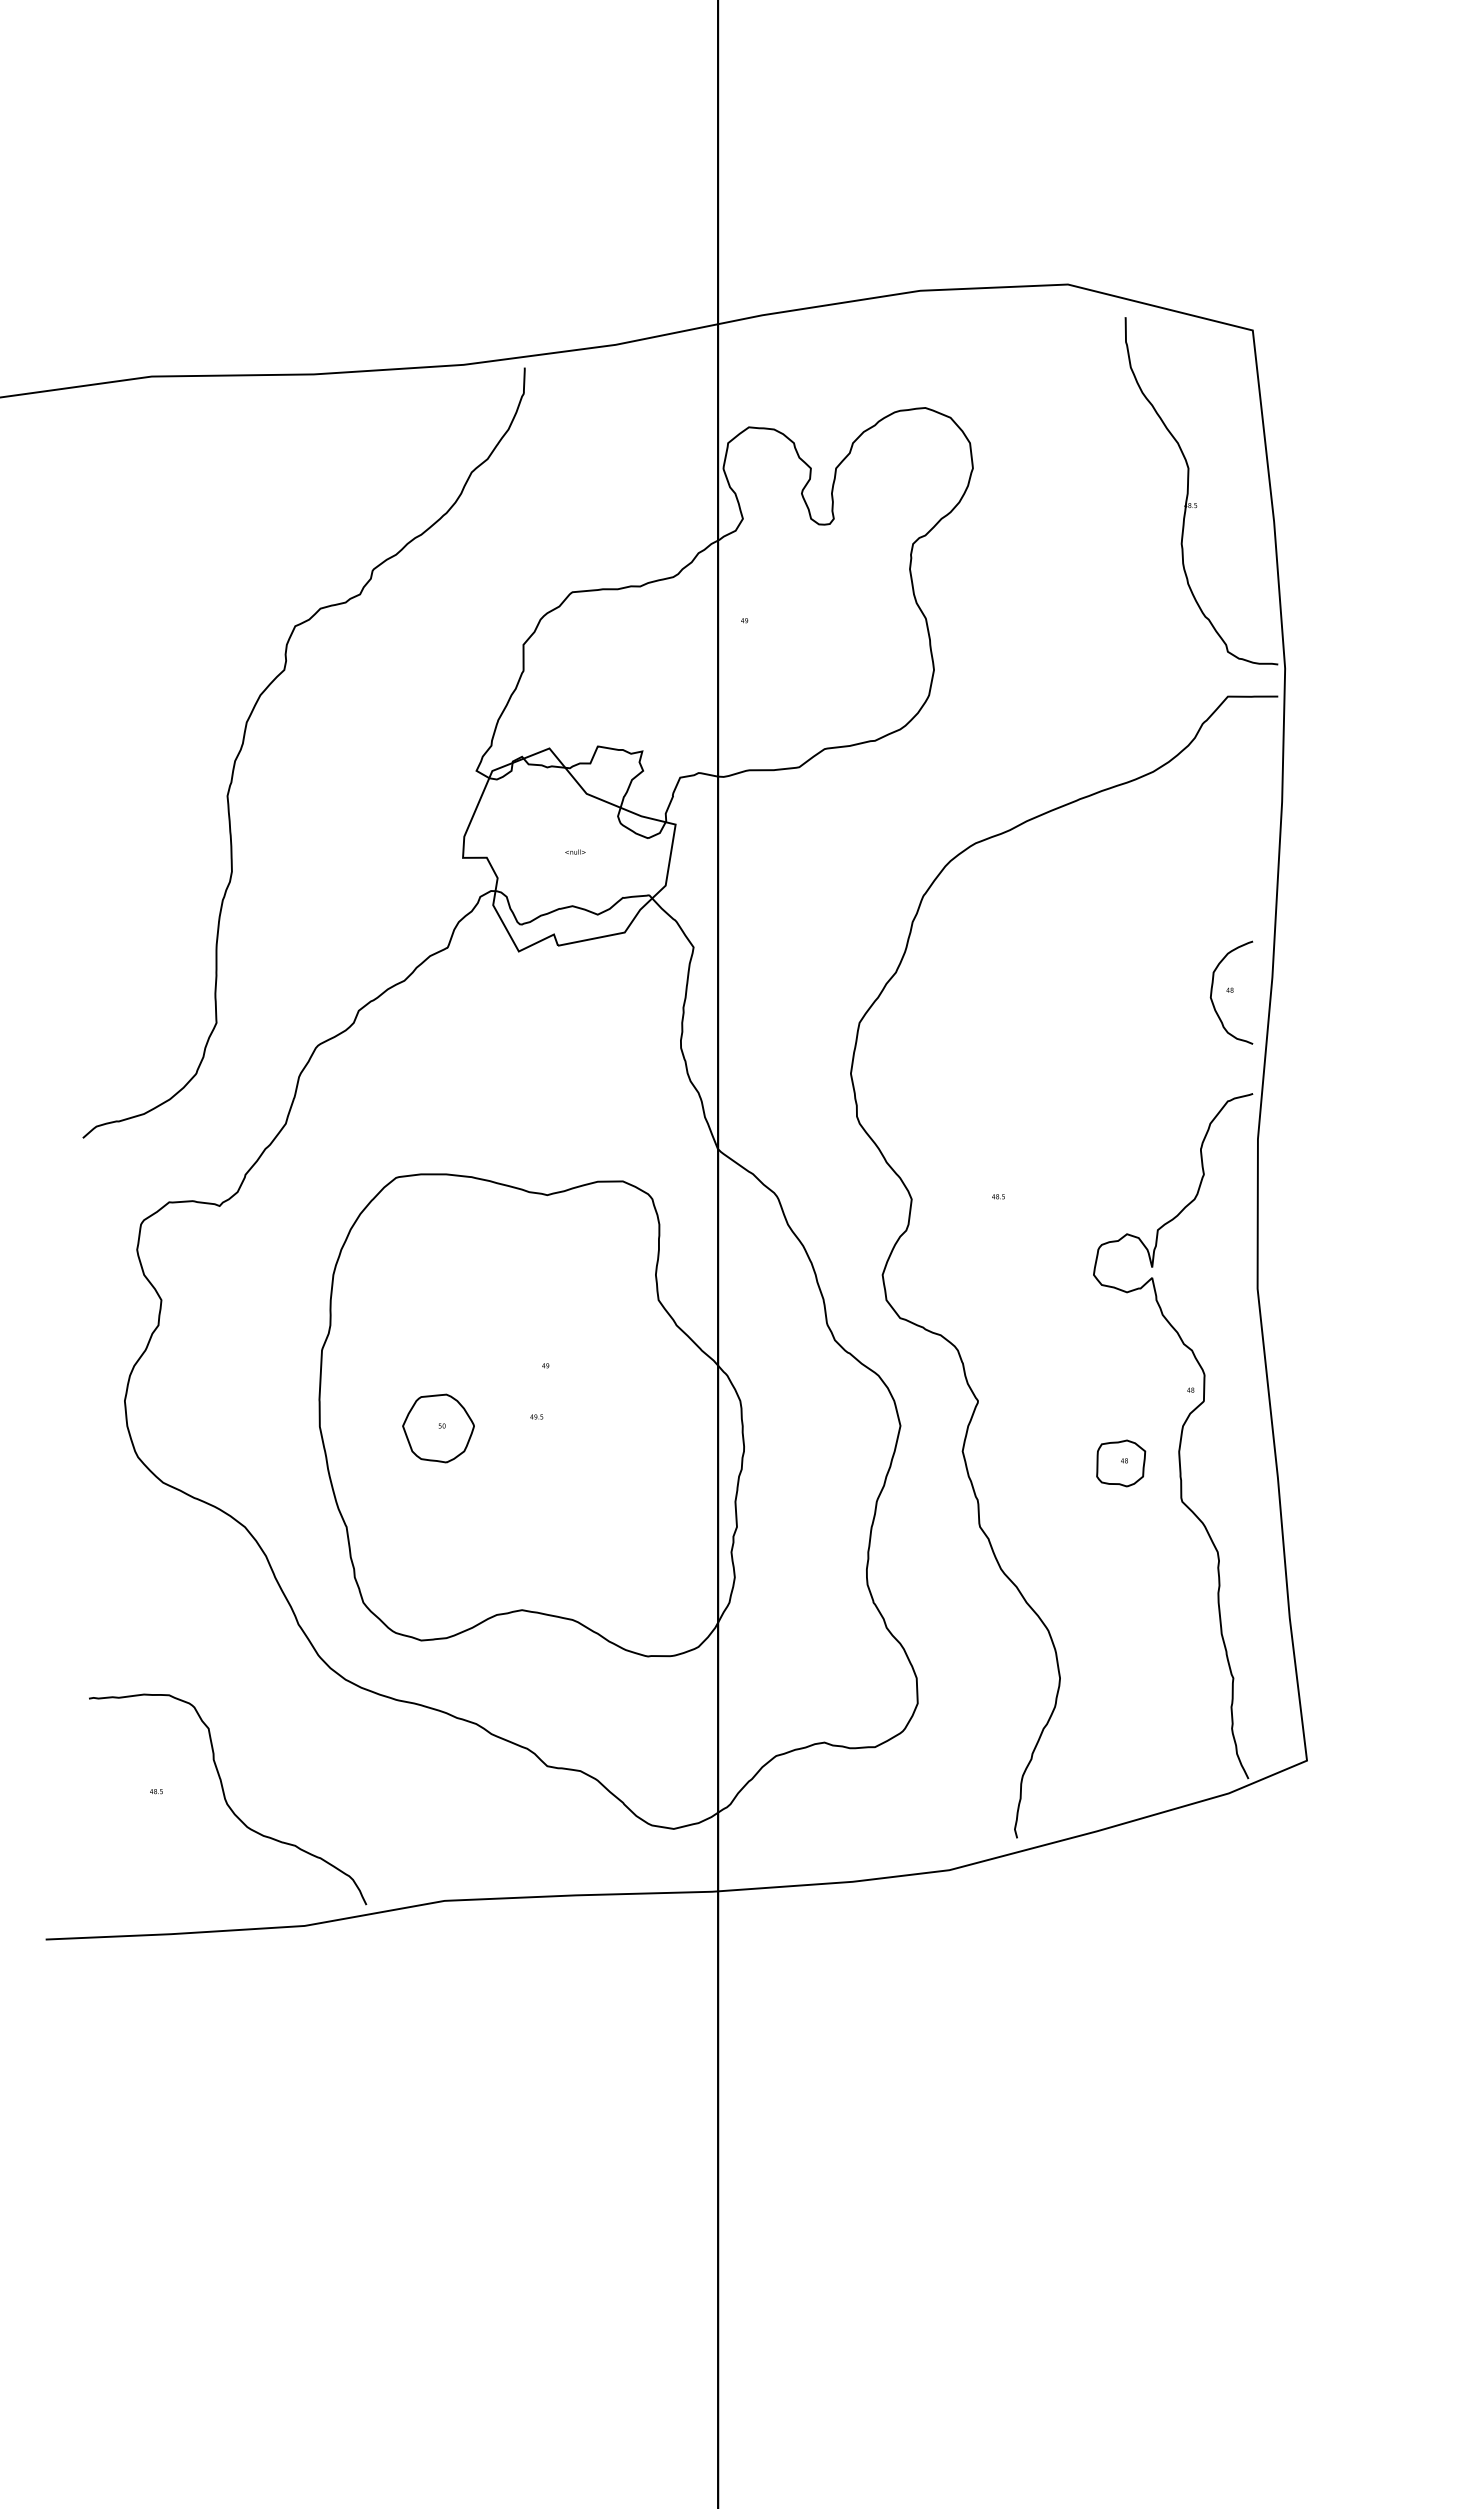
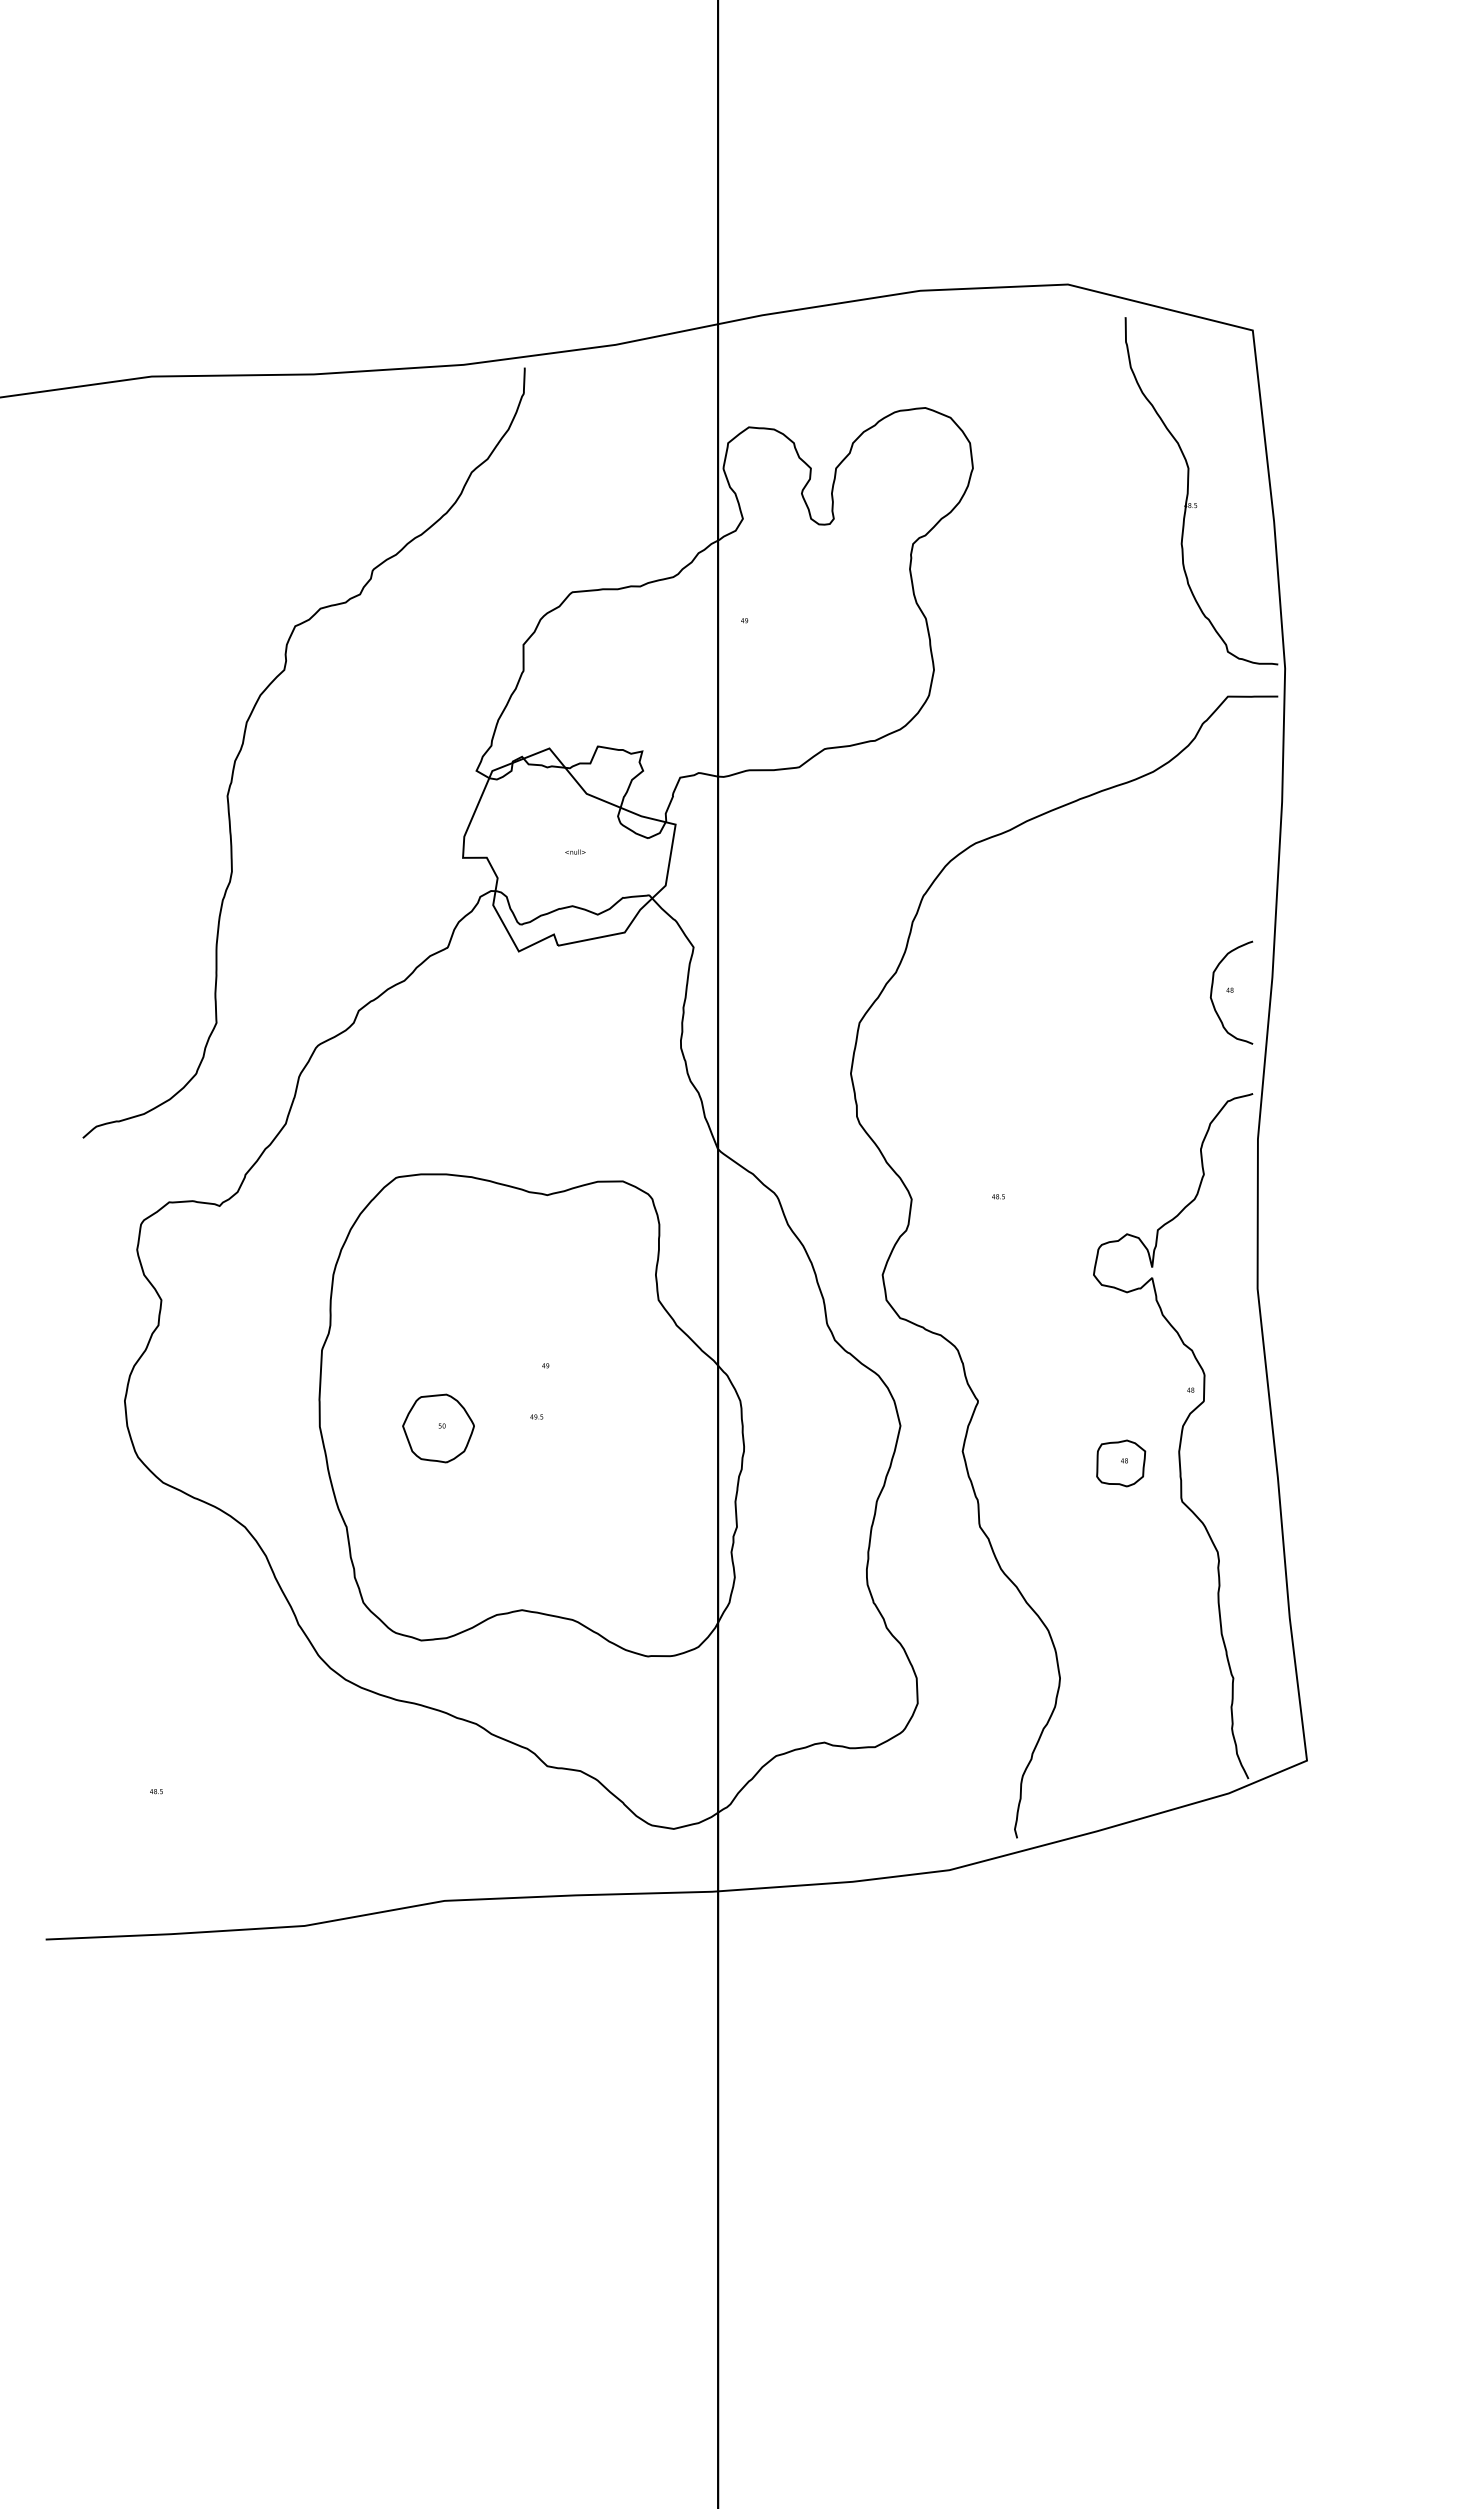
curve at (226, 1799): present -> none
